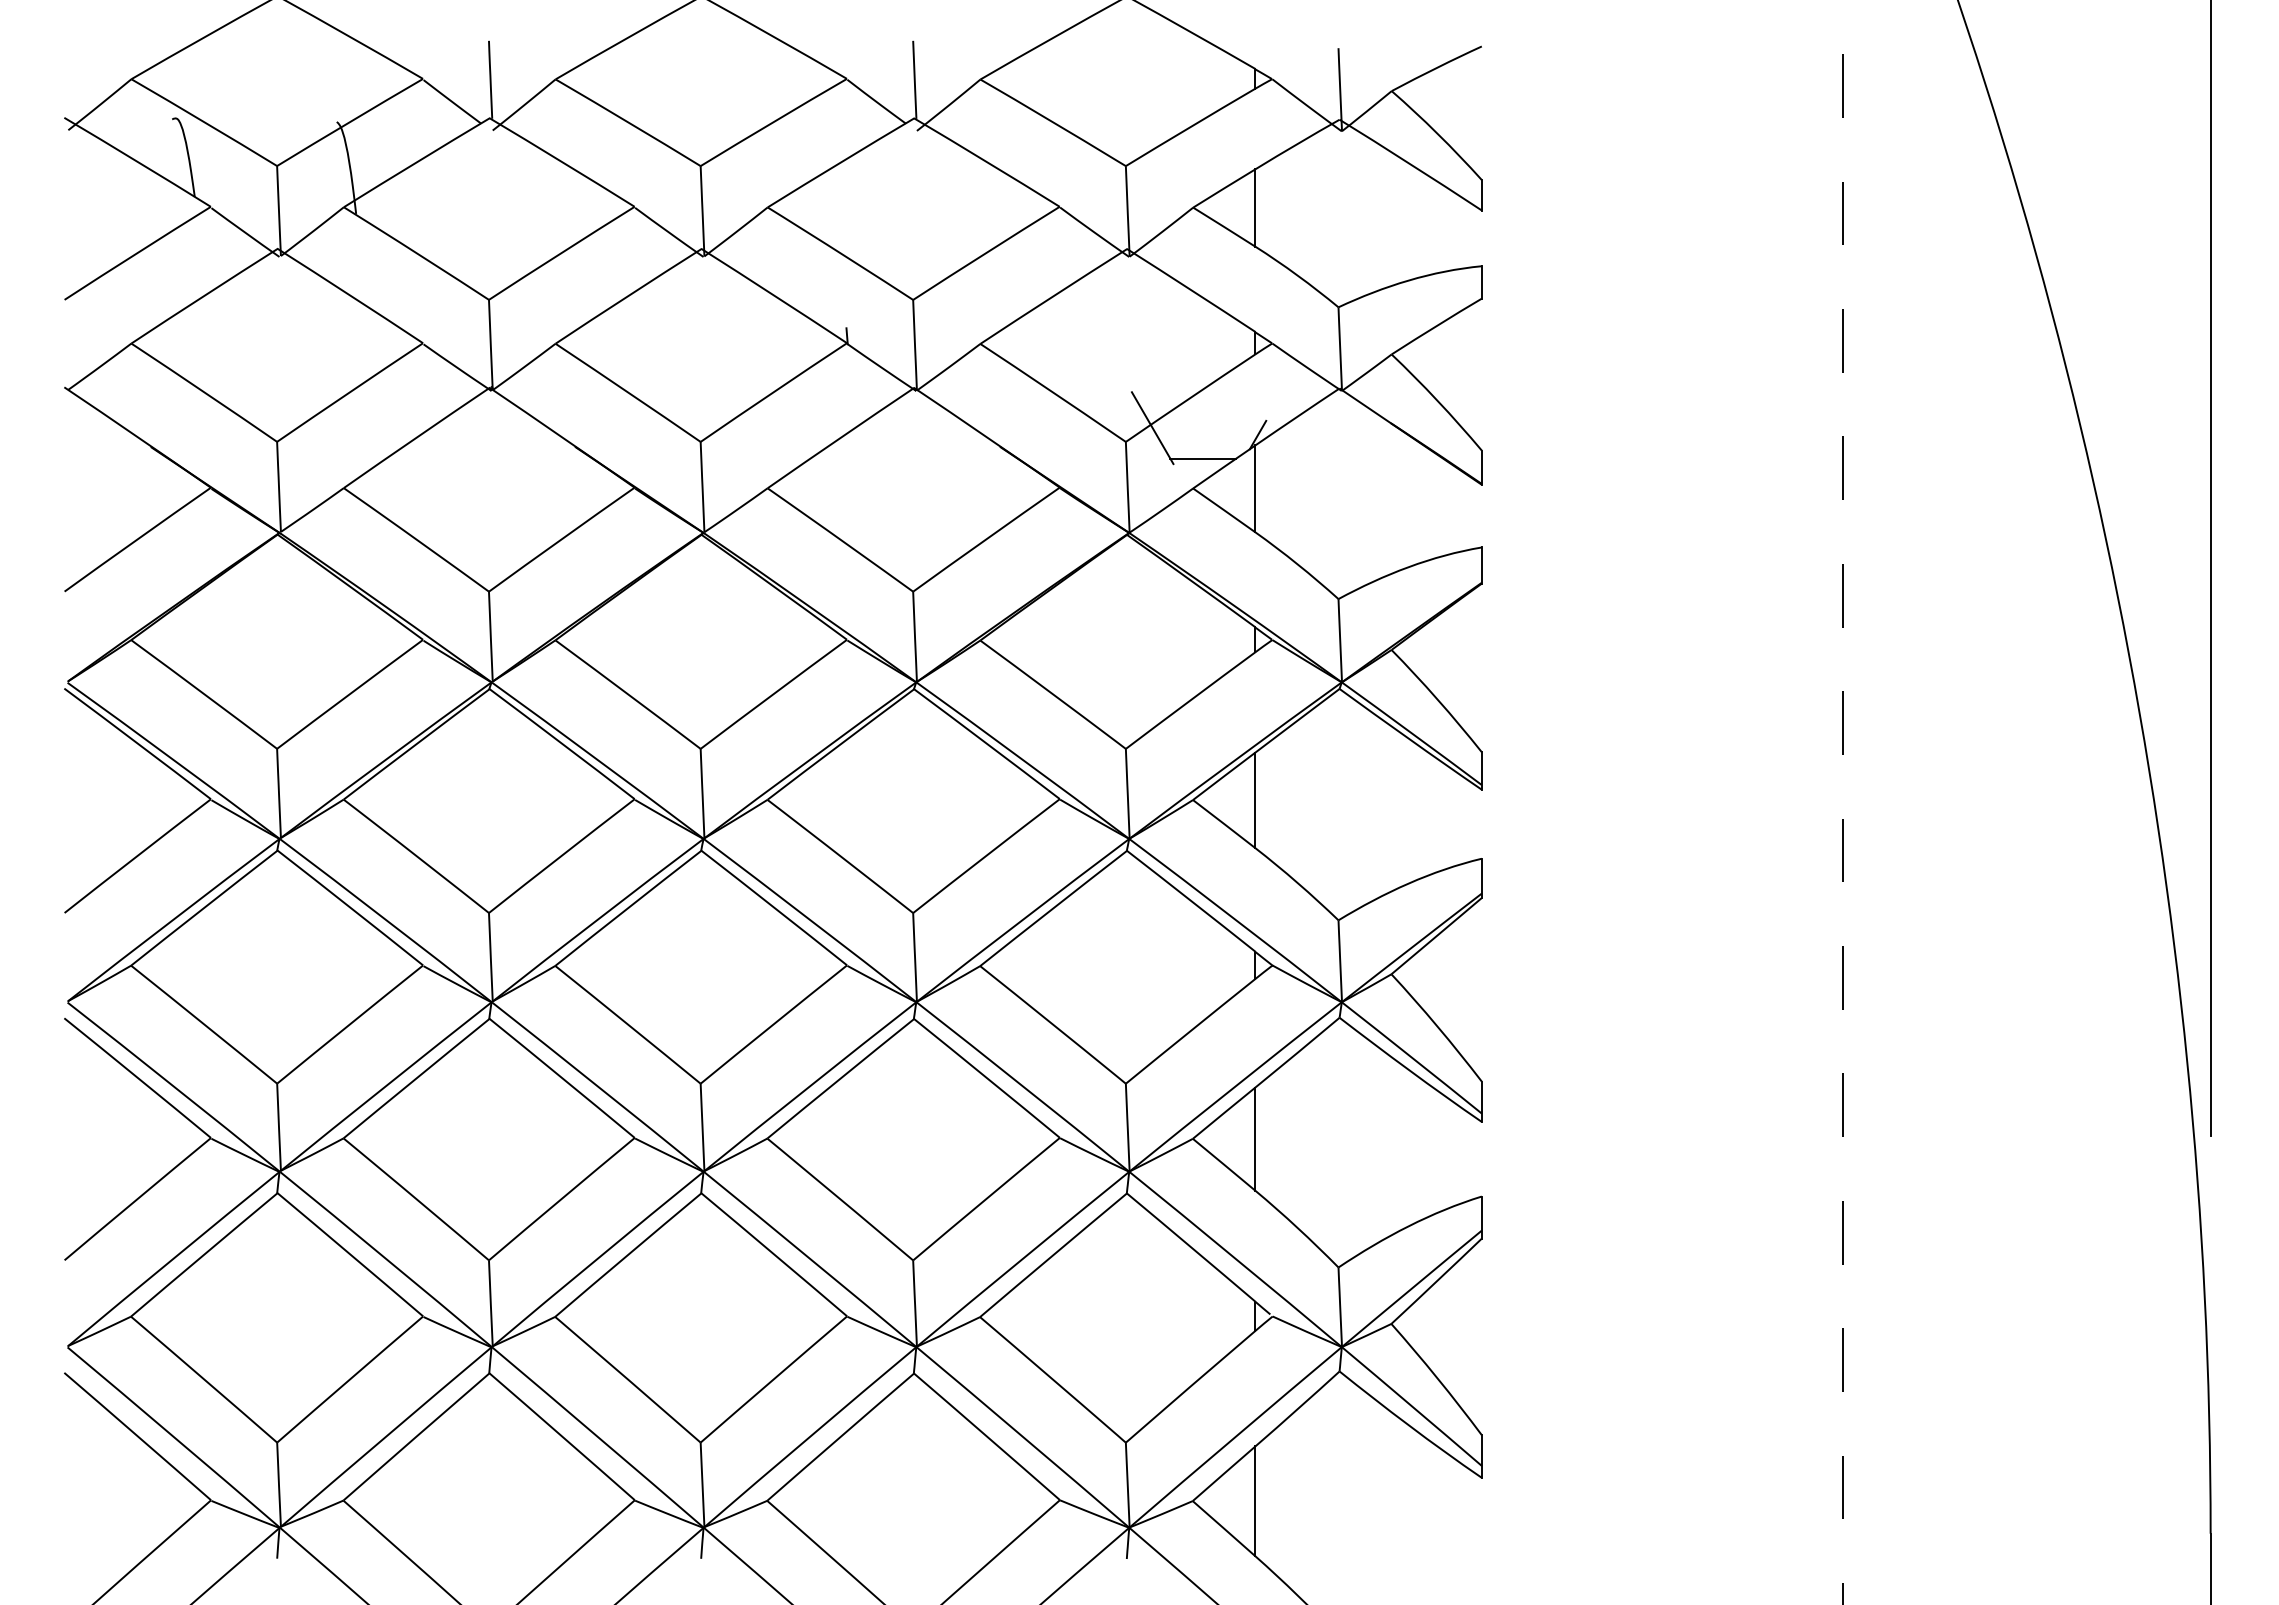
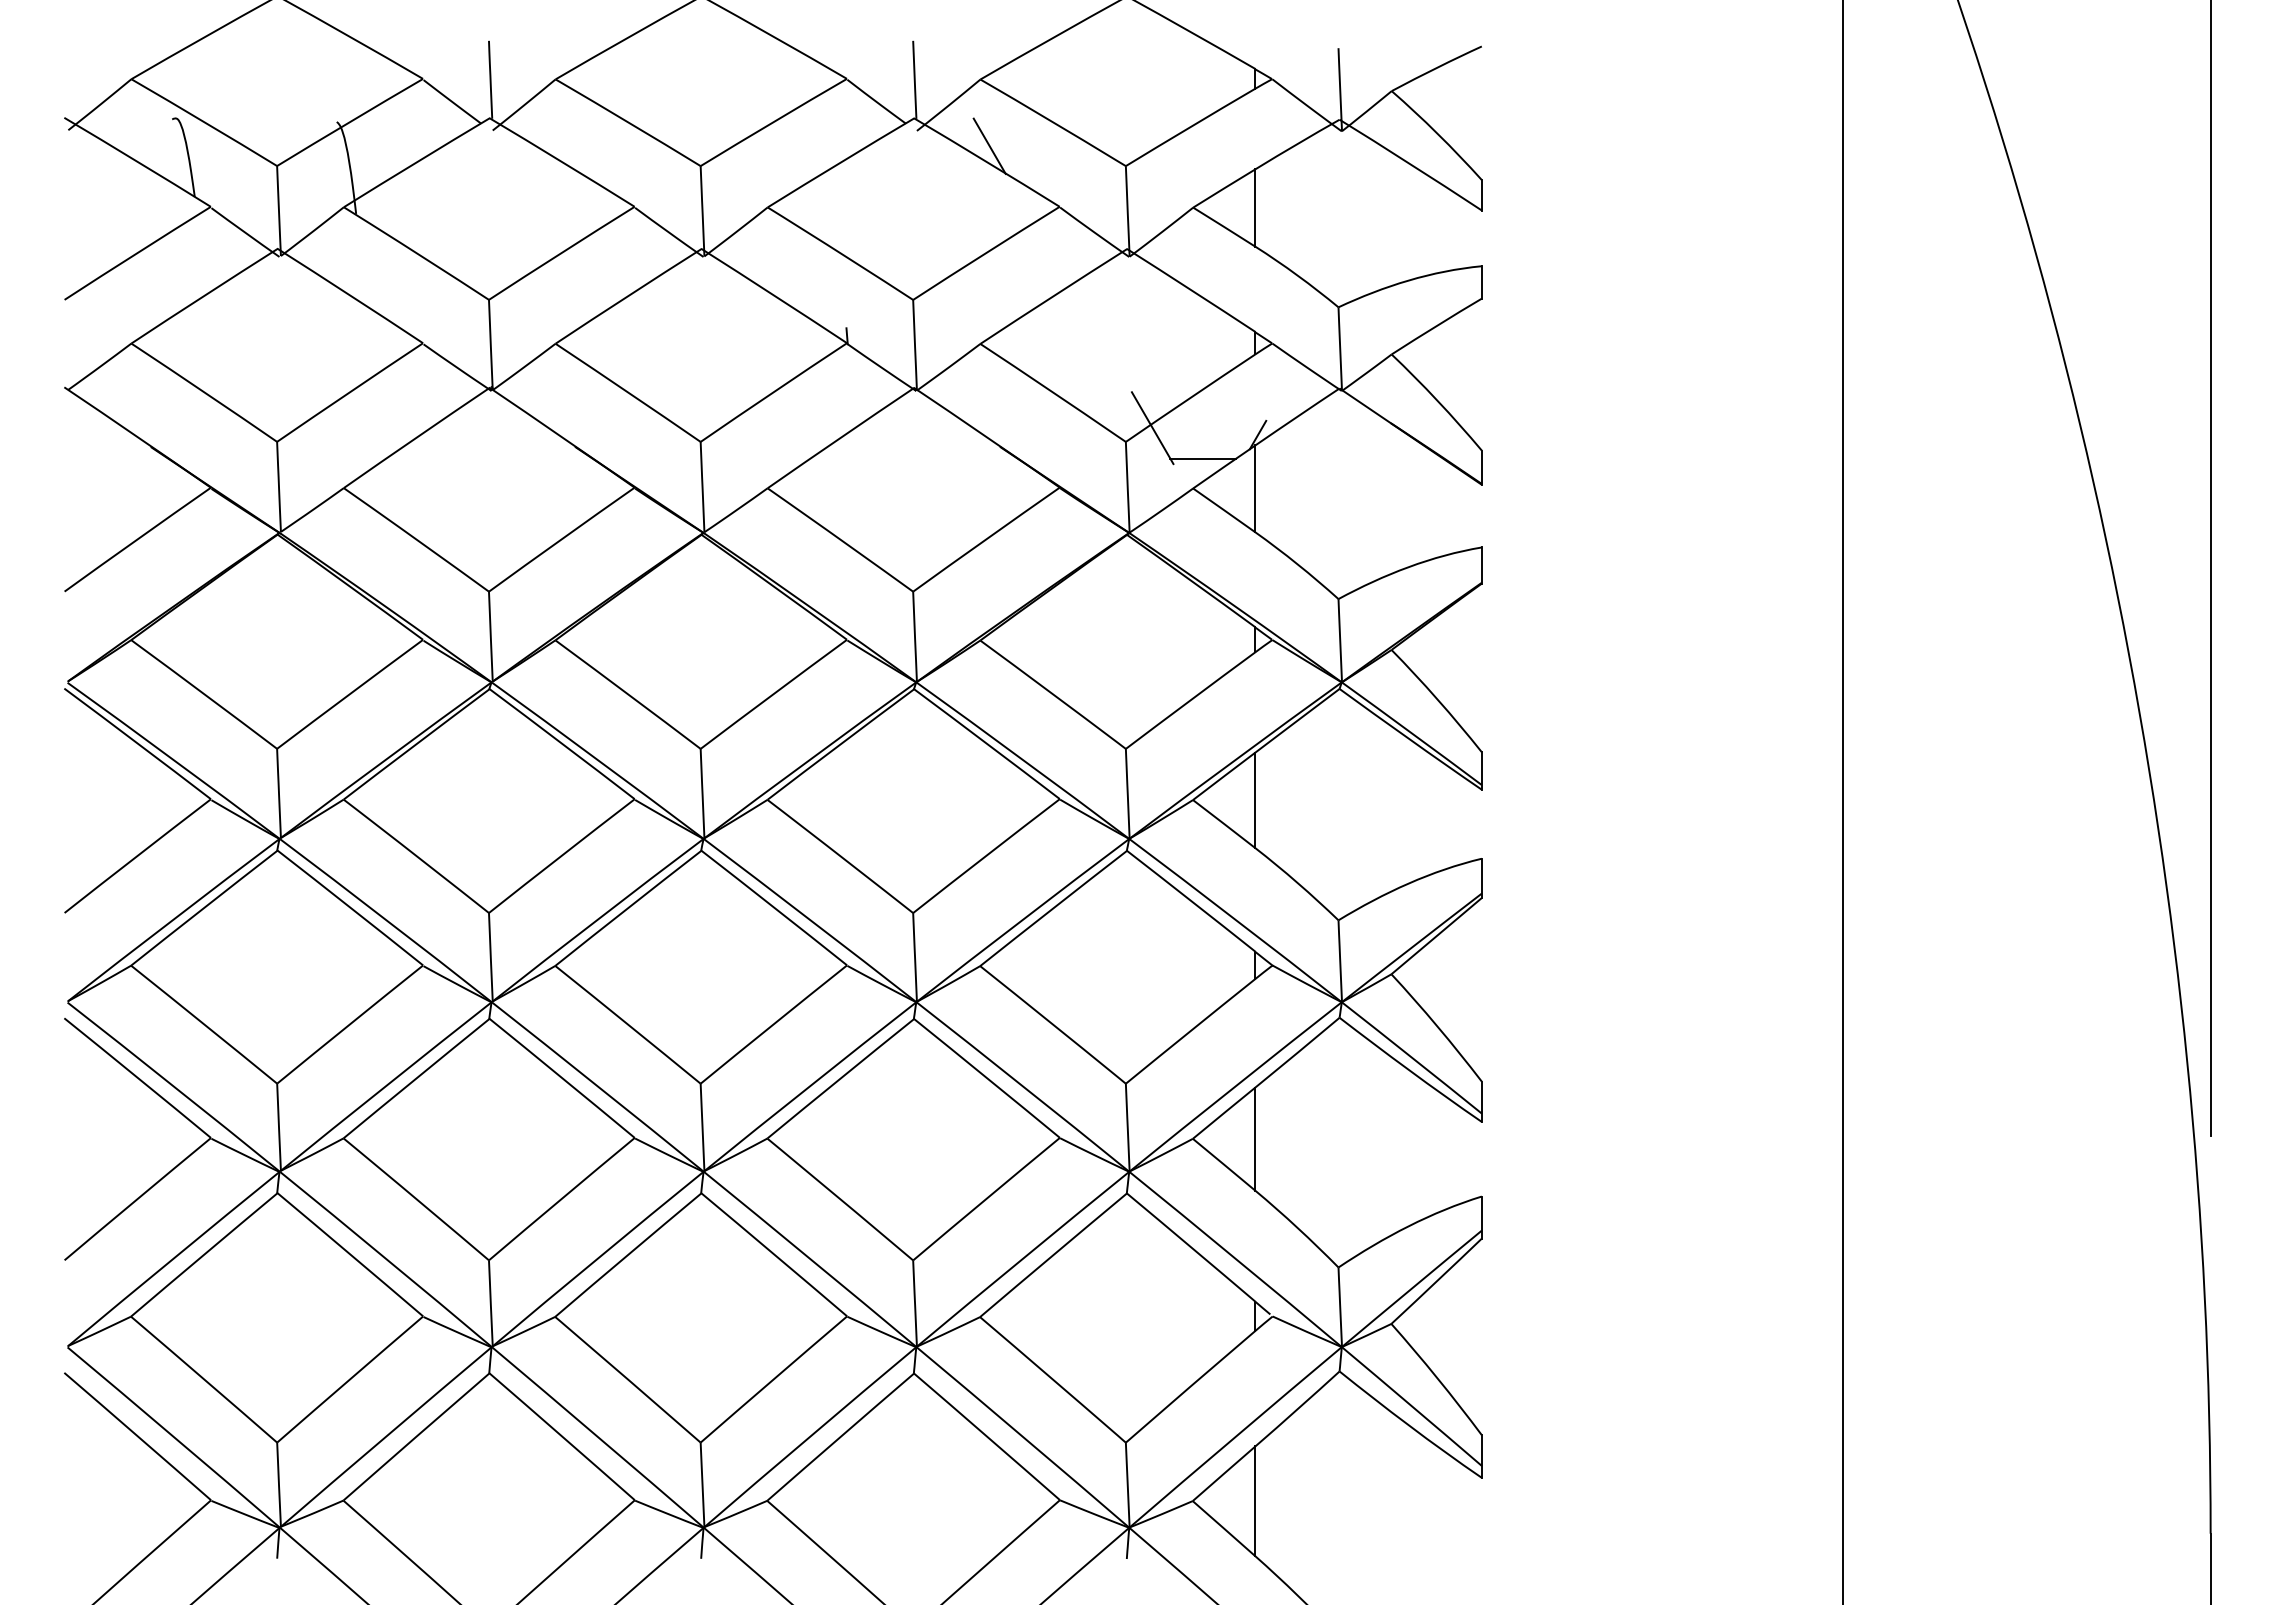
line at (989, 145): none -> present
line at (1843, 802): dashed -> solid
